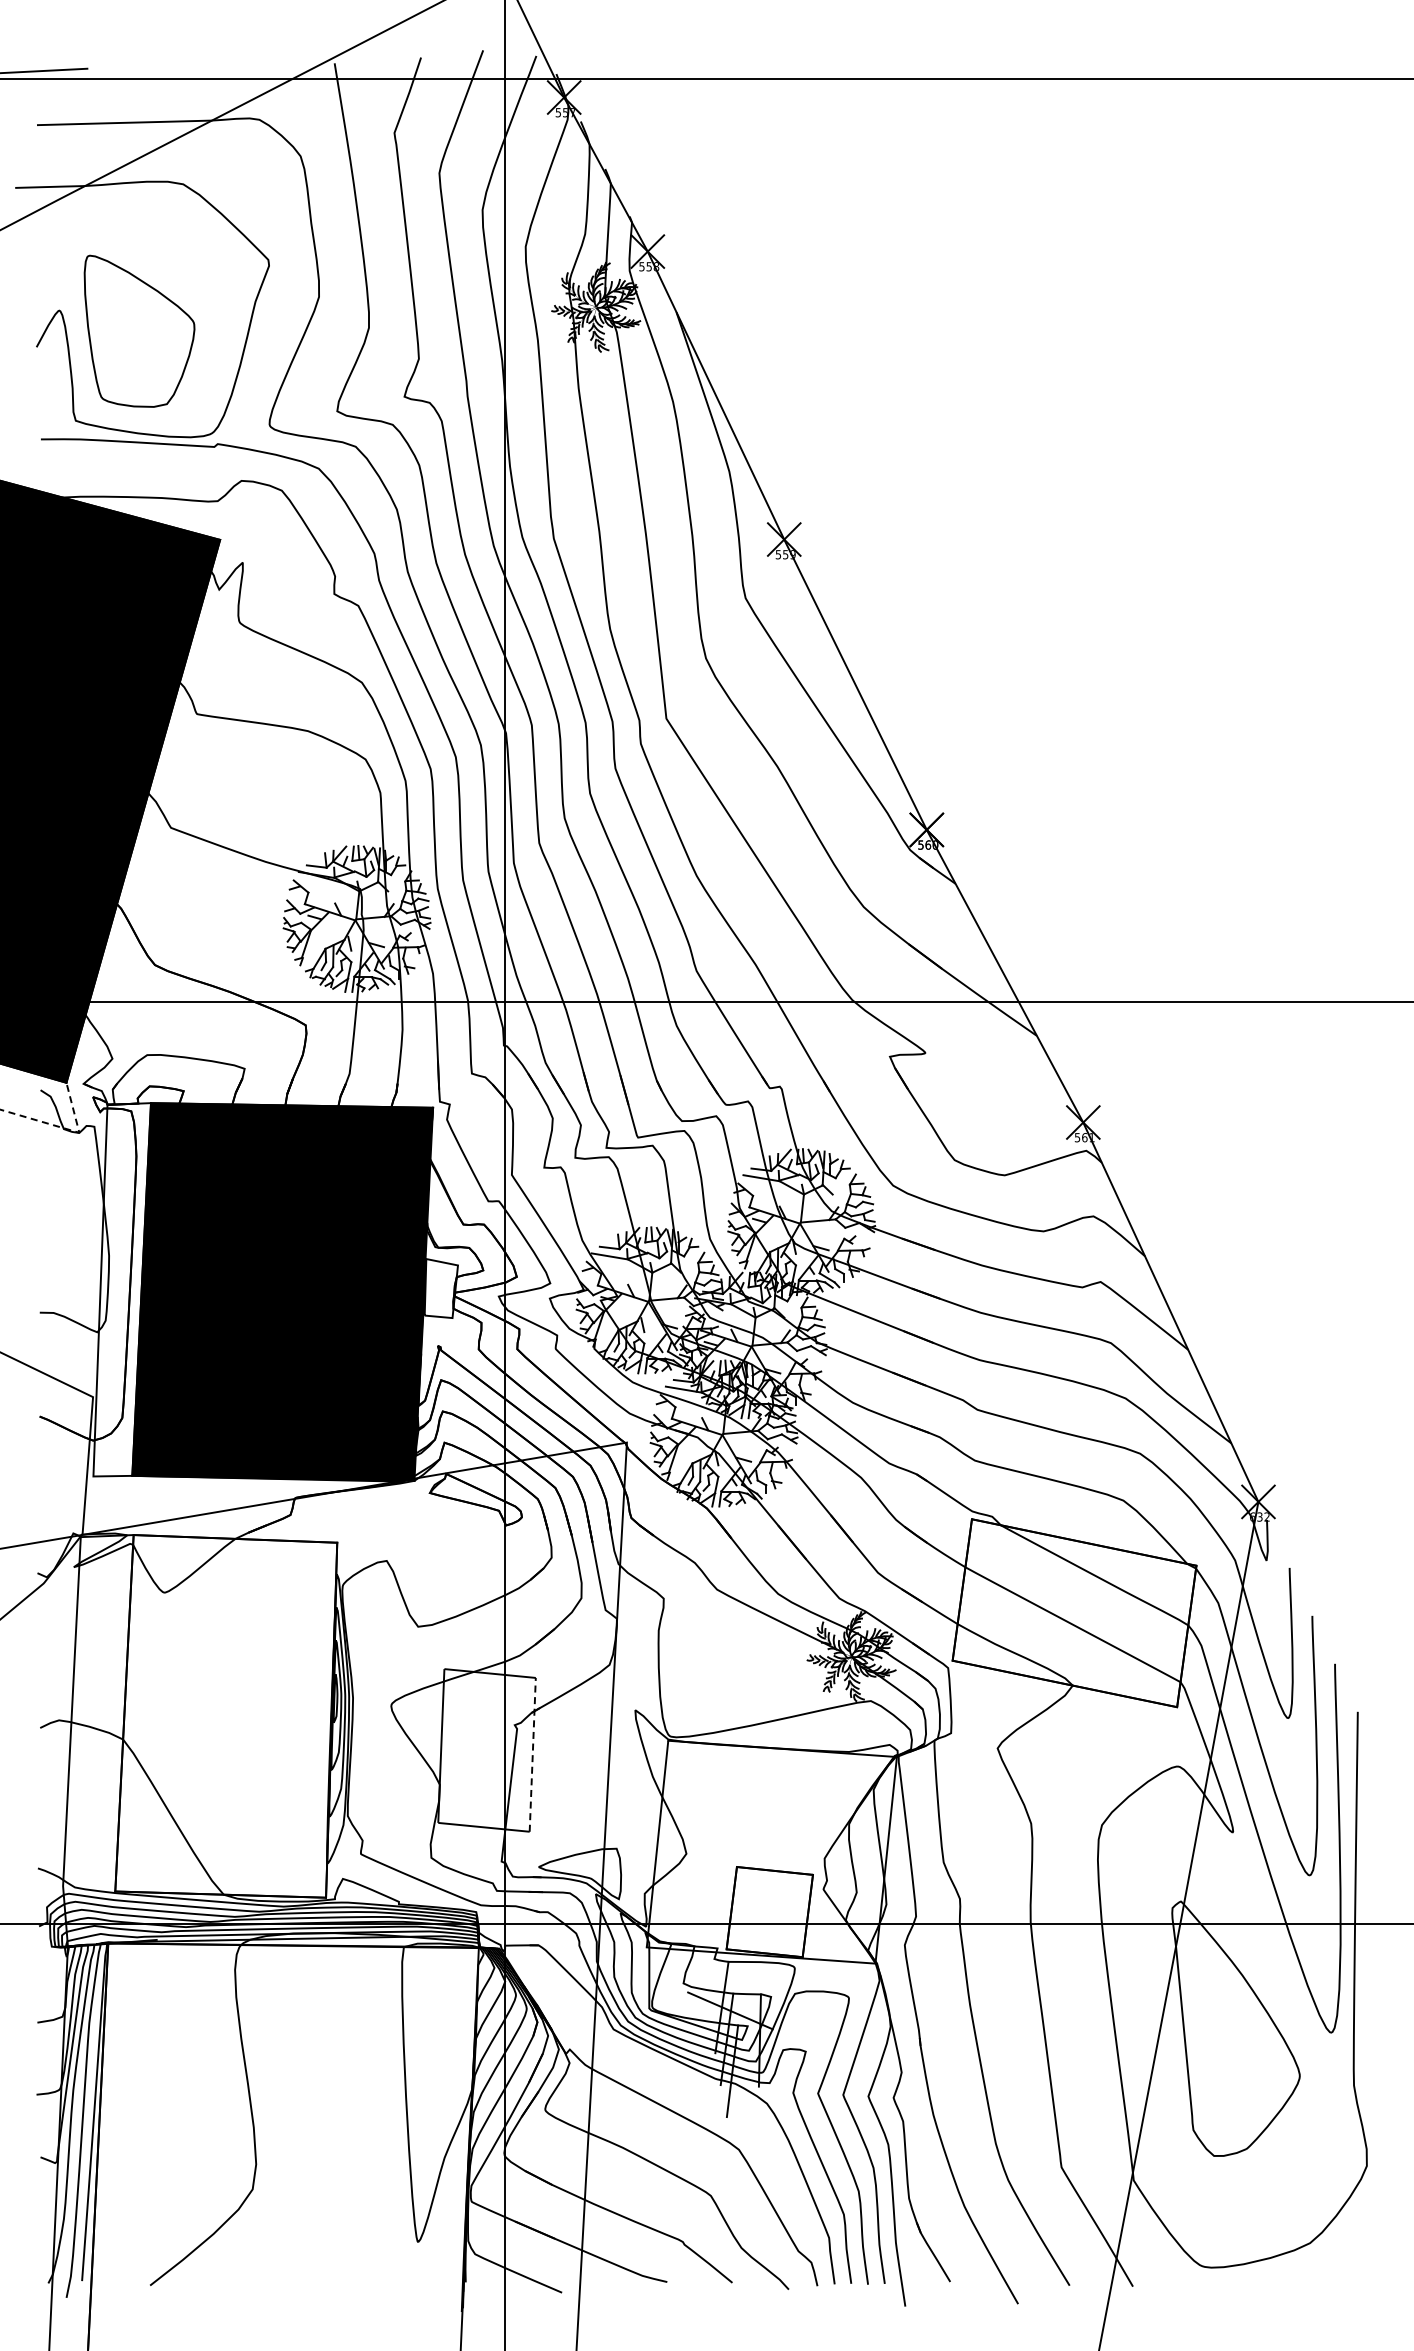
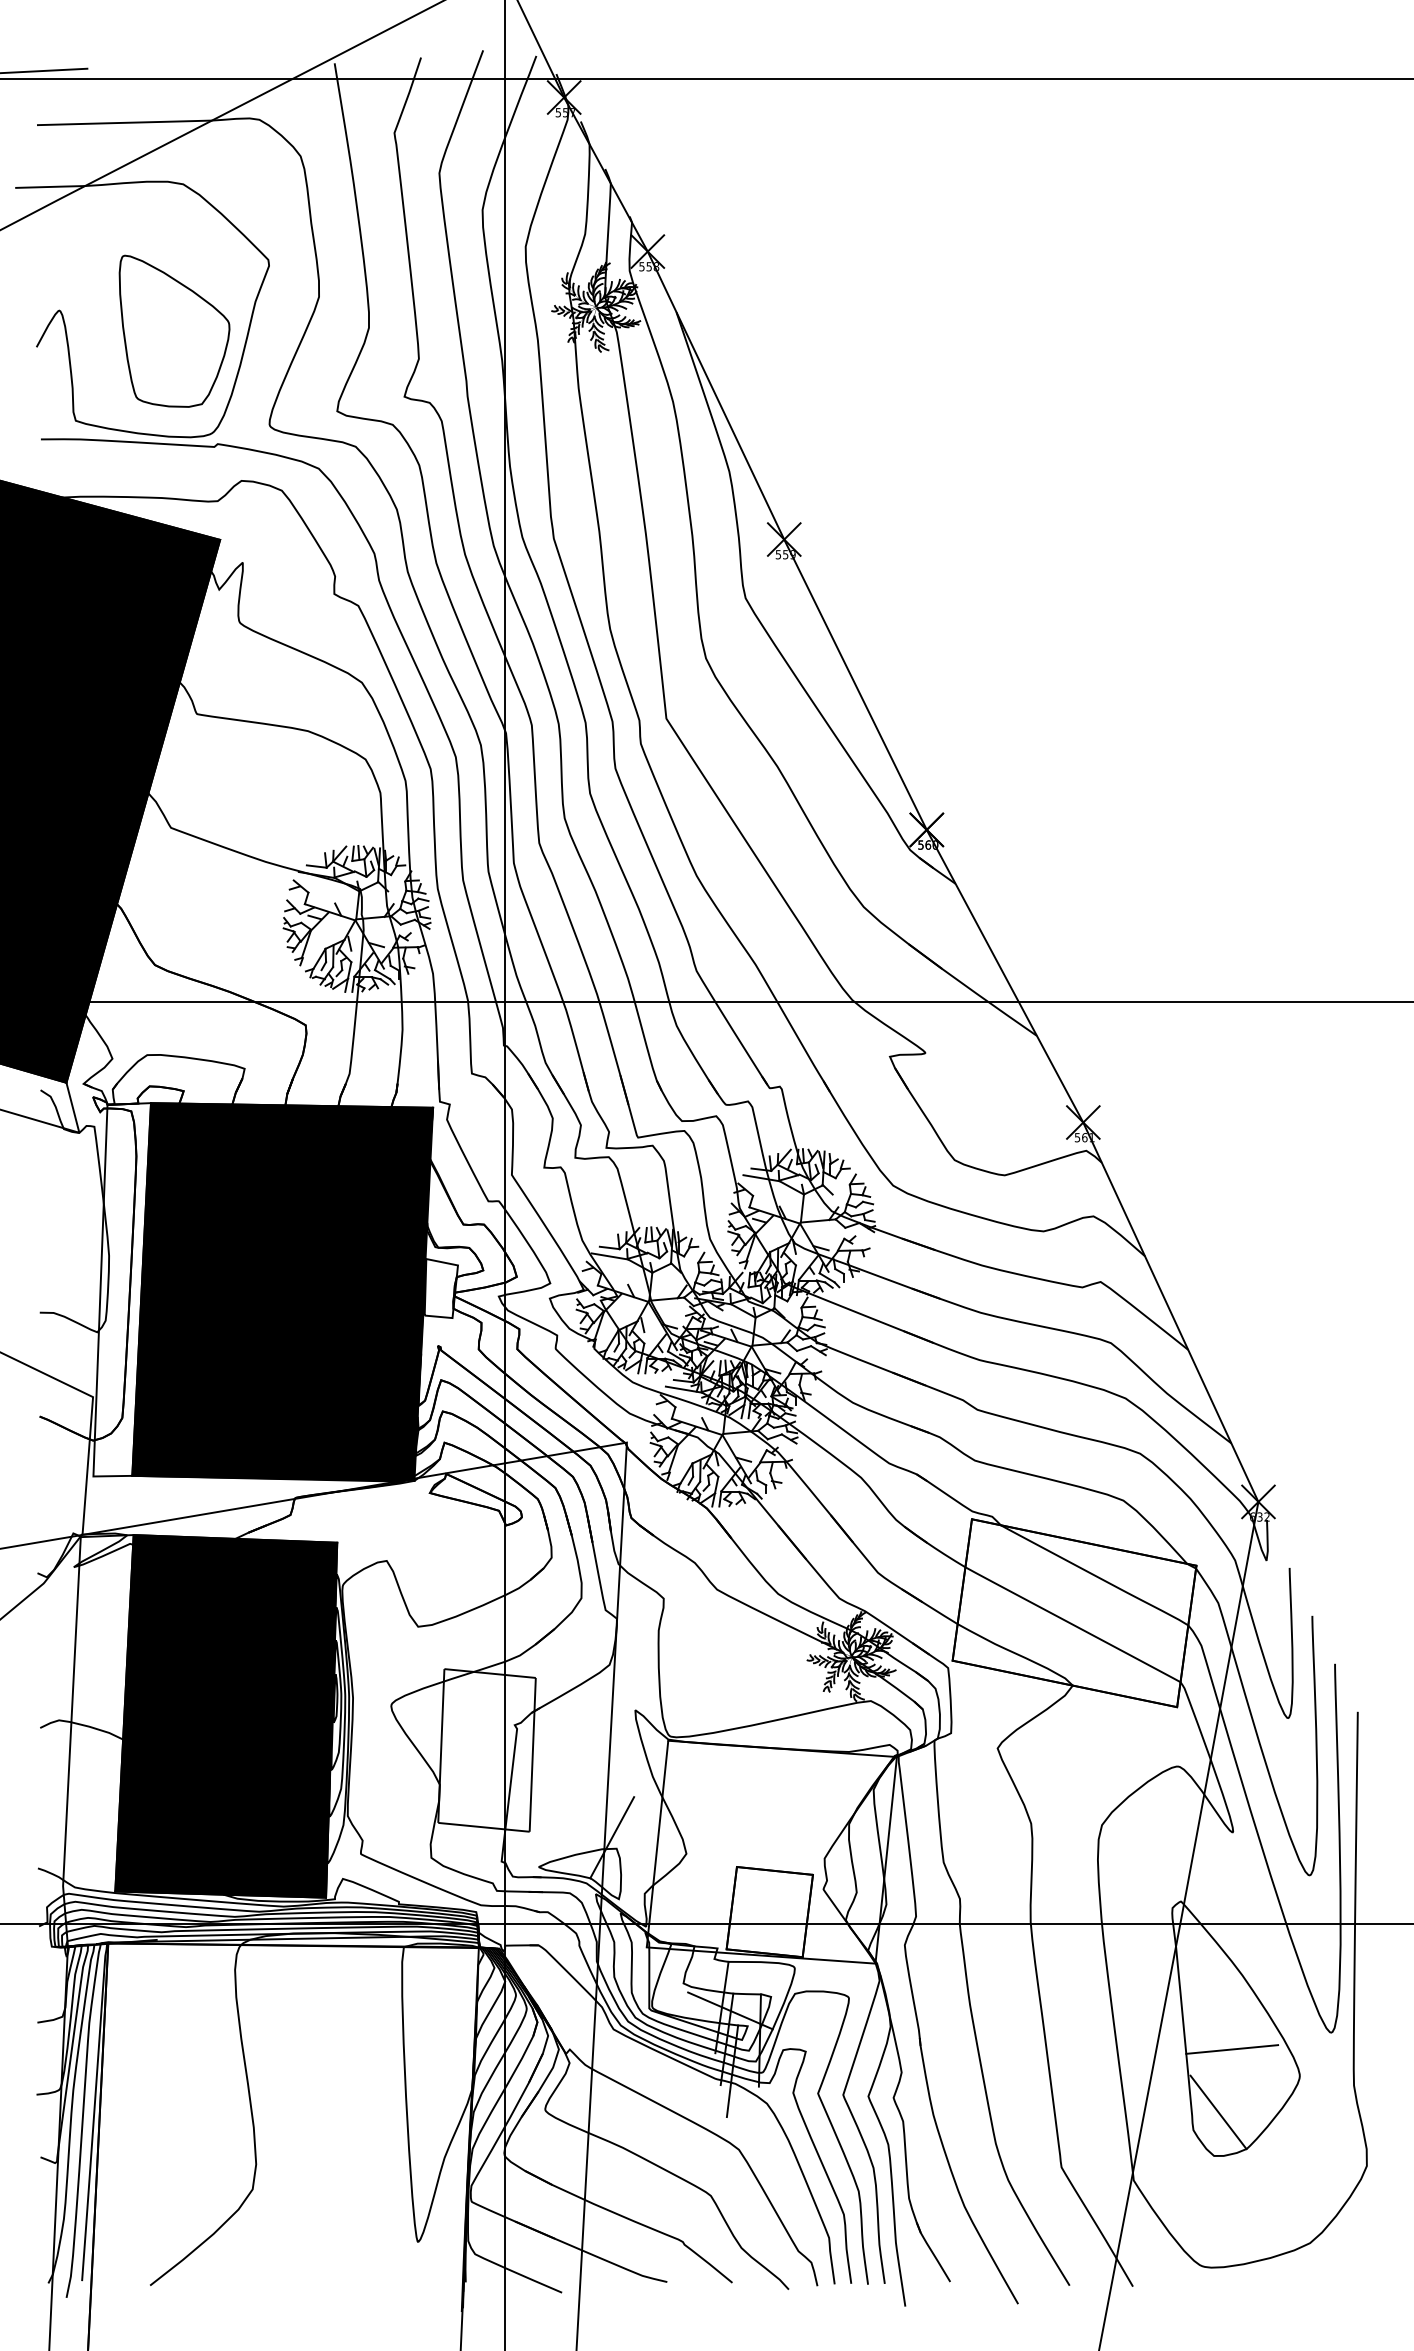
part at (139, 330) position: (139, 330) -> (174, 330)
line at (65, 1128): dashed -> solid
fill at (226, 1716): none -> present
line at (532, 1754): dashed -> solid
line at (612, 1837): none -> present
line at (1232, 2049): none -> present
line at (1218, 2112): none -> present
